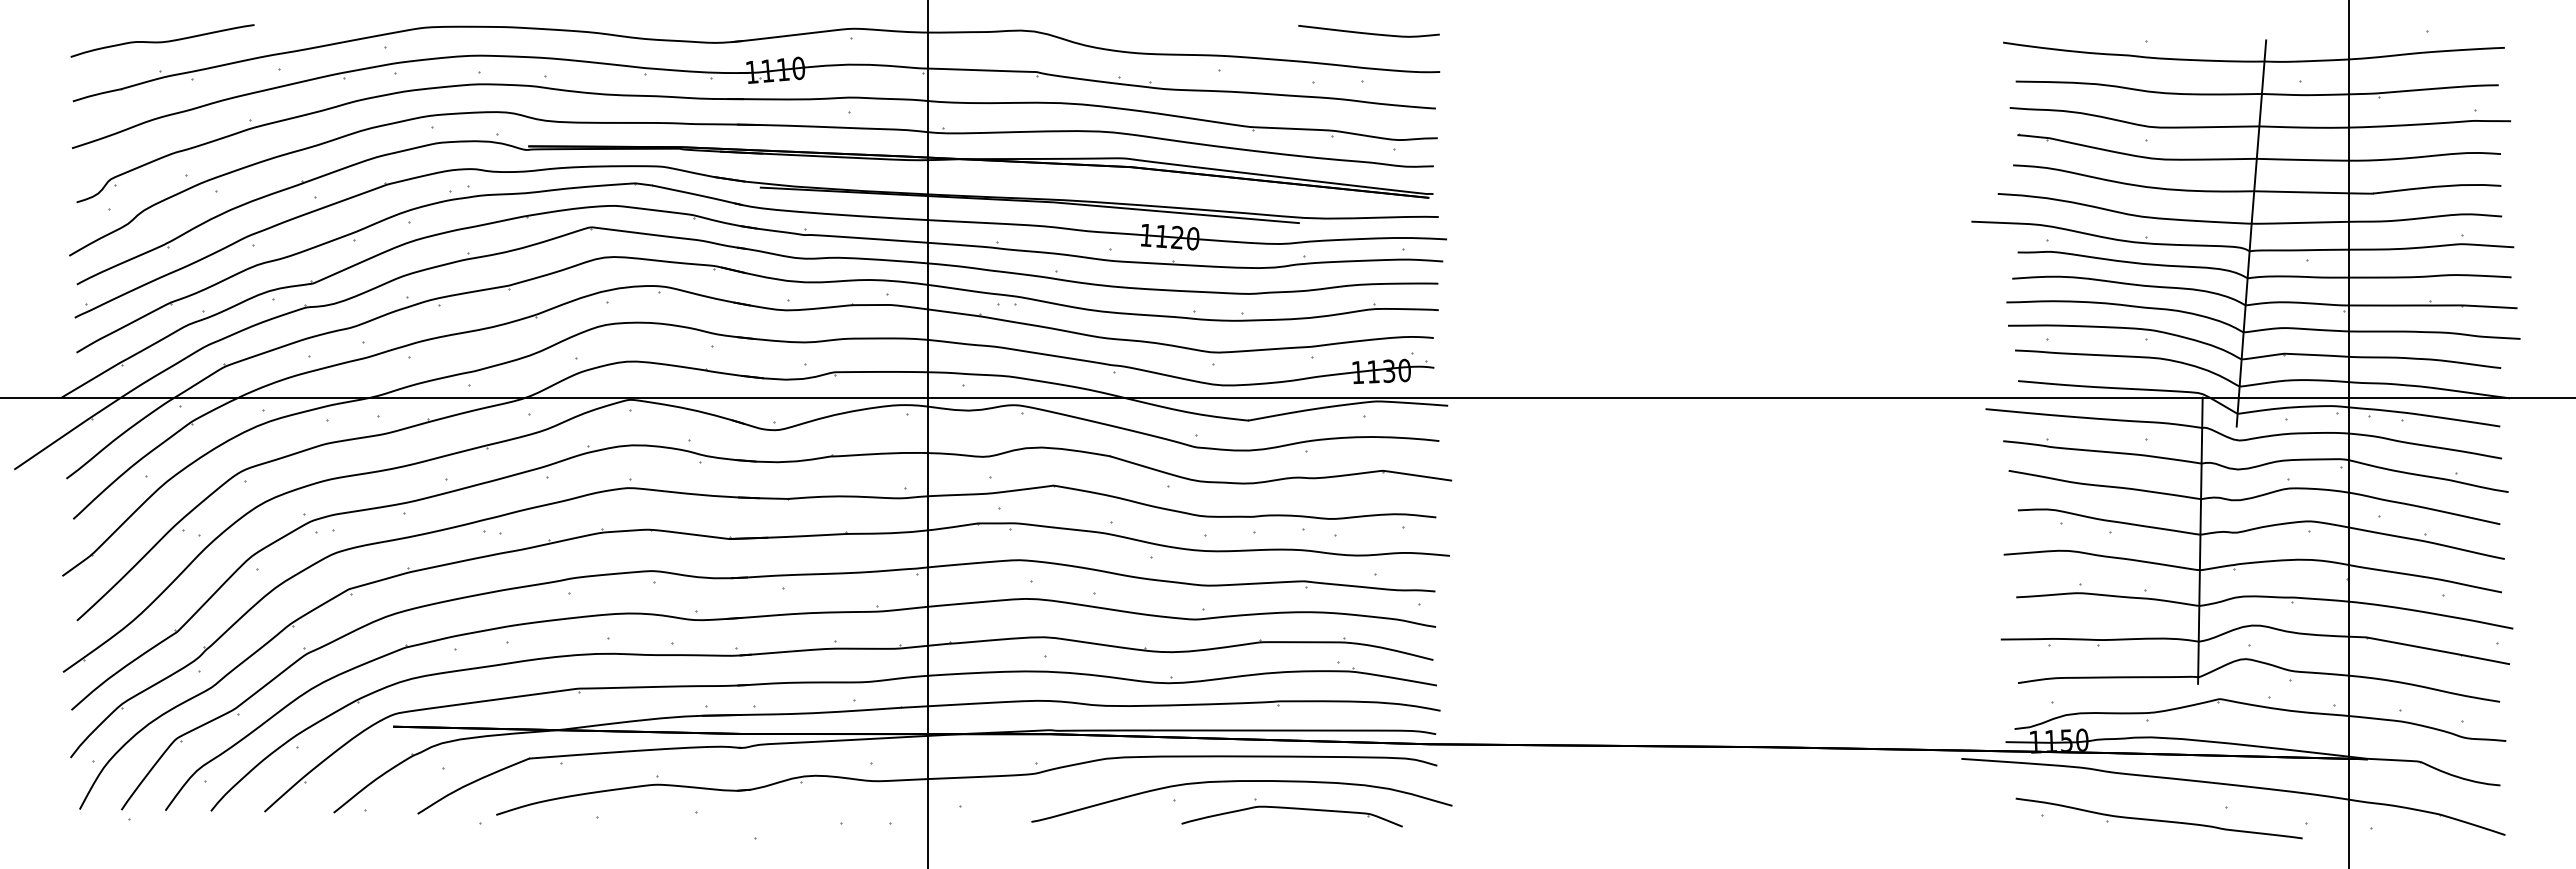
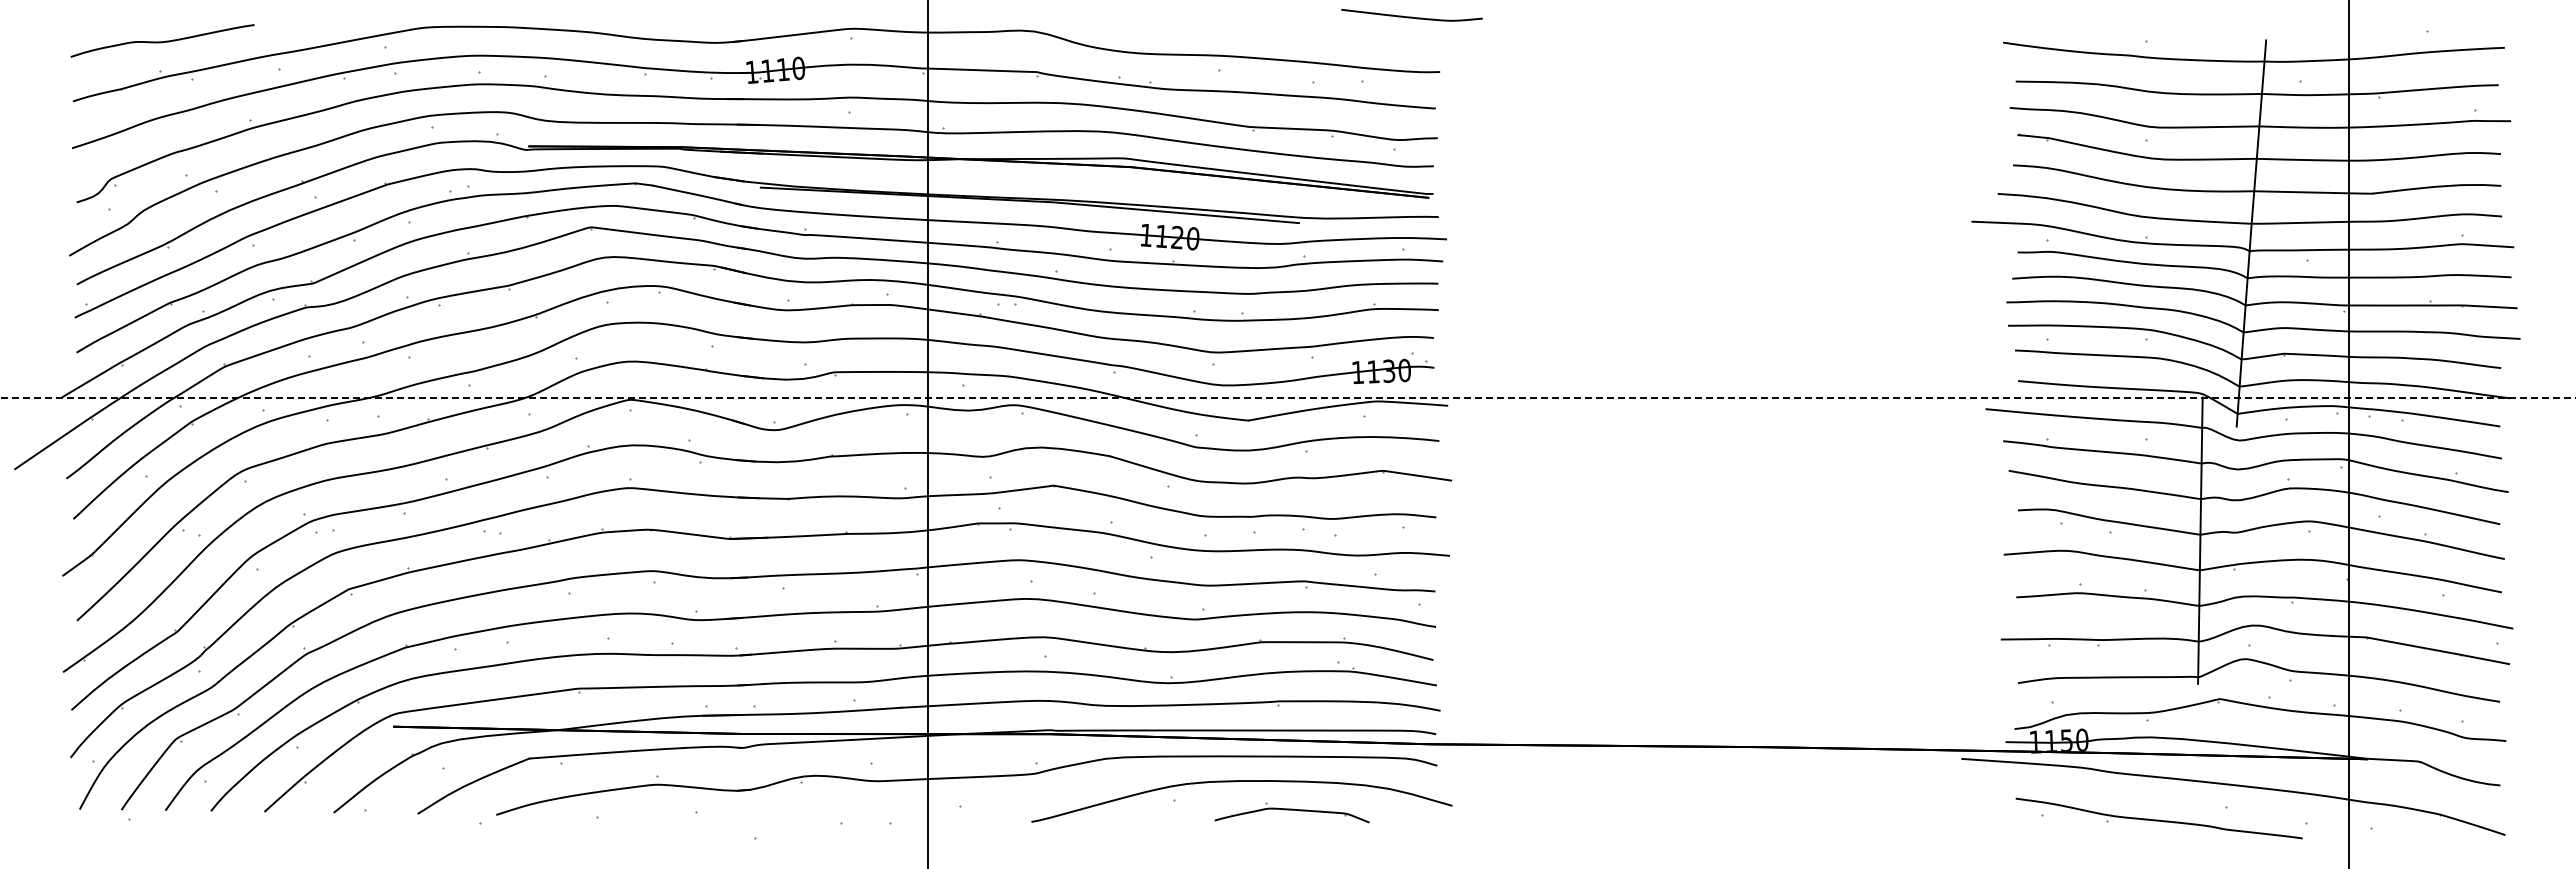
curve at (1368, 32) position: (1368, 32) -> (1411, 16)
line at (1287, 397): solid -> dashed
part at (1291, 812) size: 222x30 px -> 156x22 px
